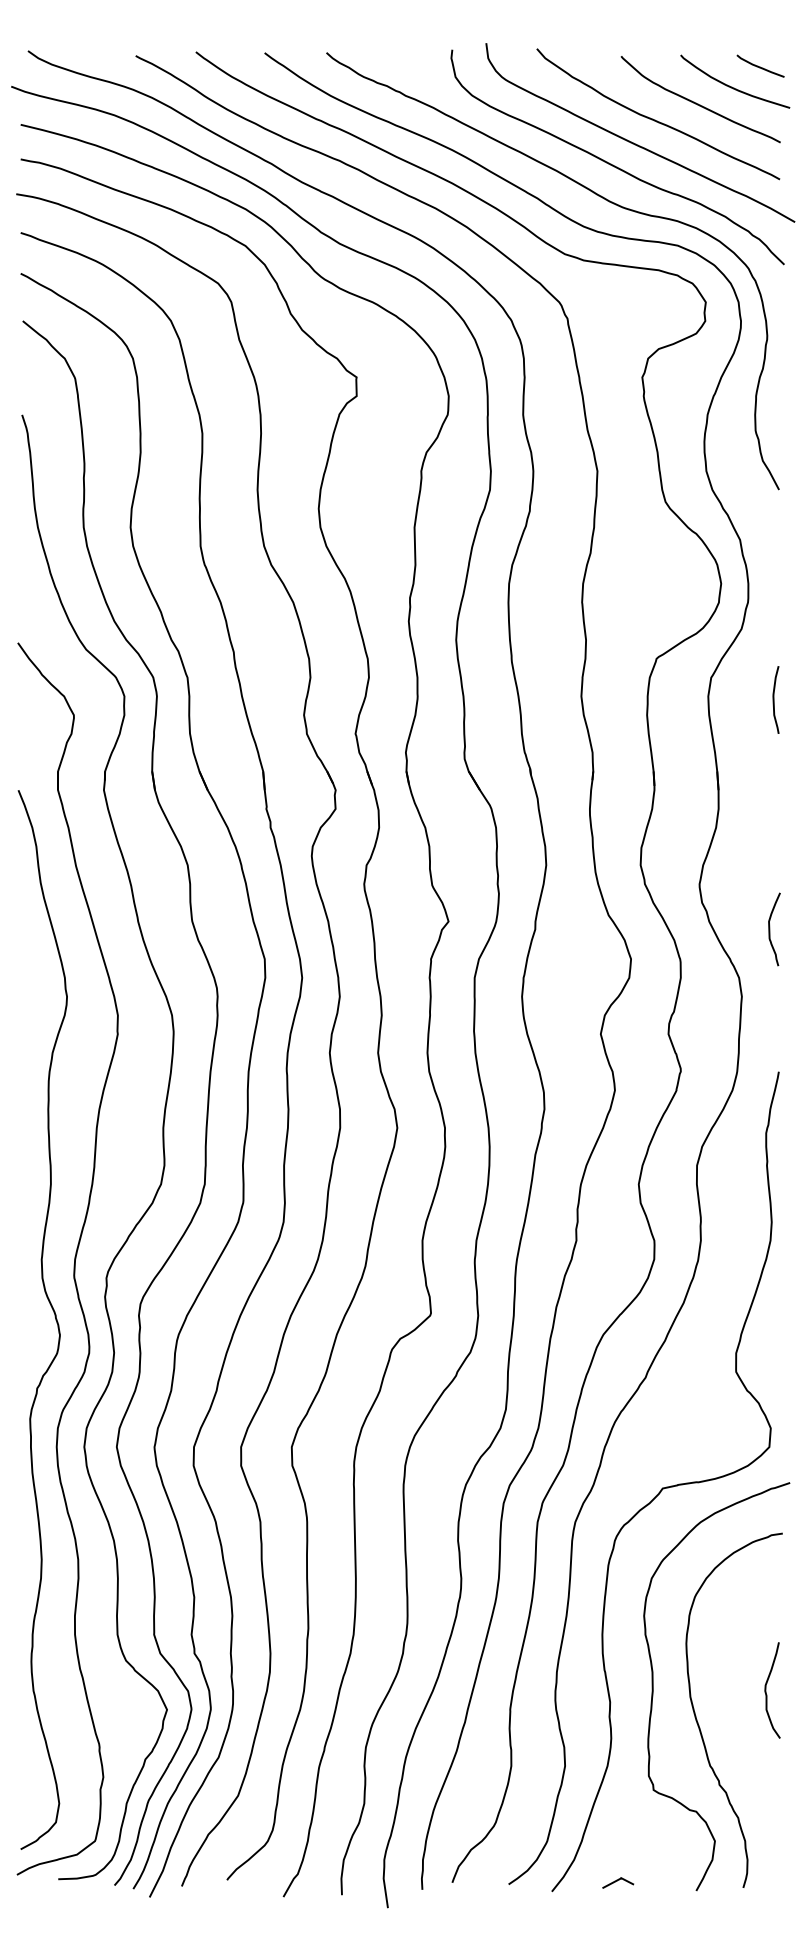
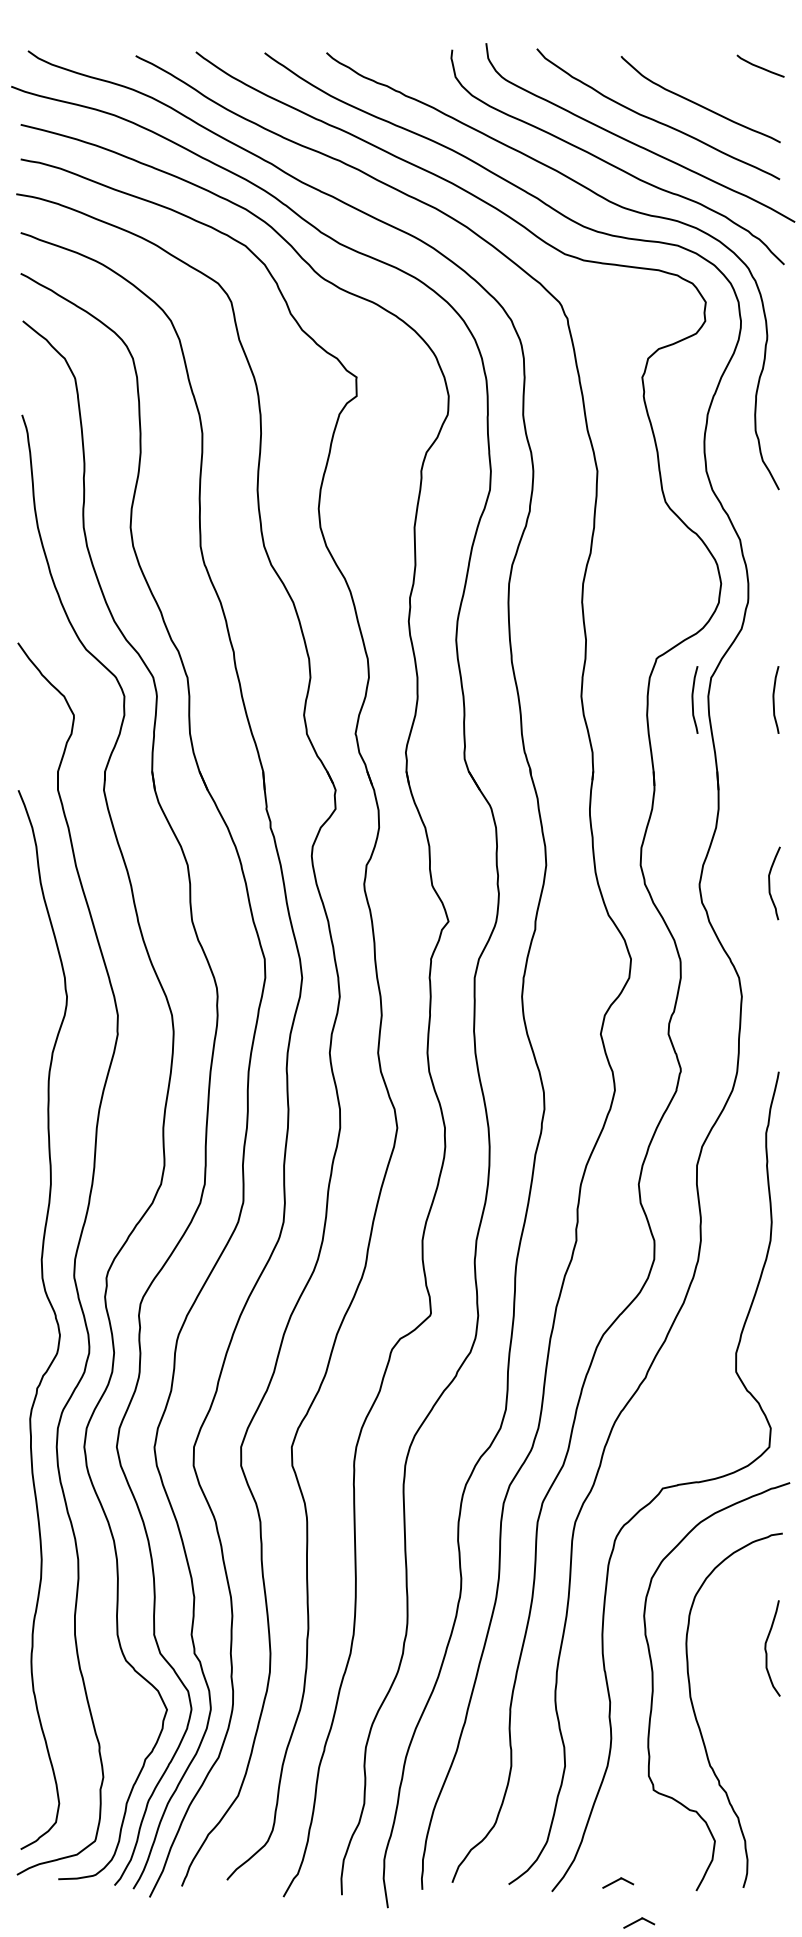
curve at (732, 86): present -> none
curve at (693, 699): none -> present
curve at (770, 929) position: (770, 929) -> (770, 883)
curve at (766, 1690) position: (766, 1690) -> (766, 1648)
line at (638, 1921): none -> present
